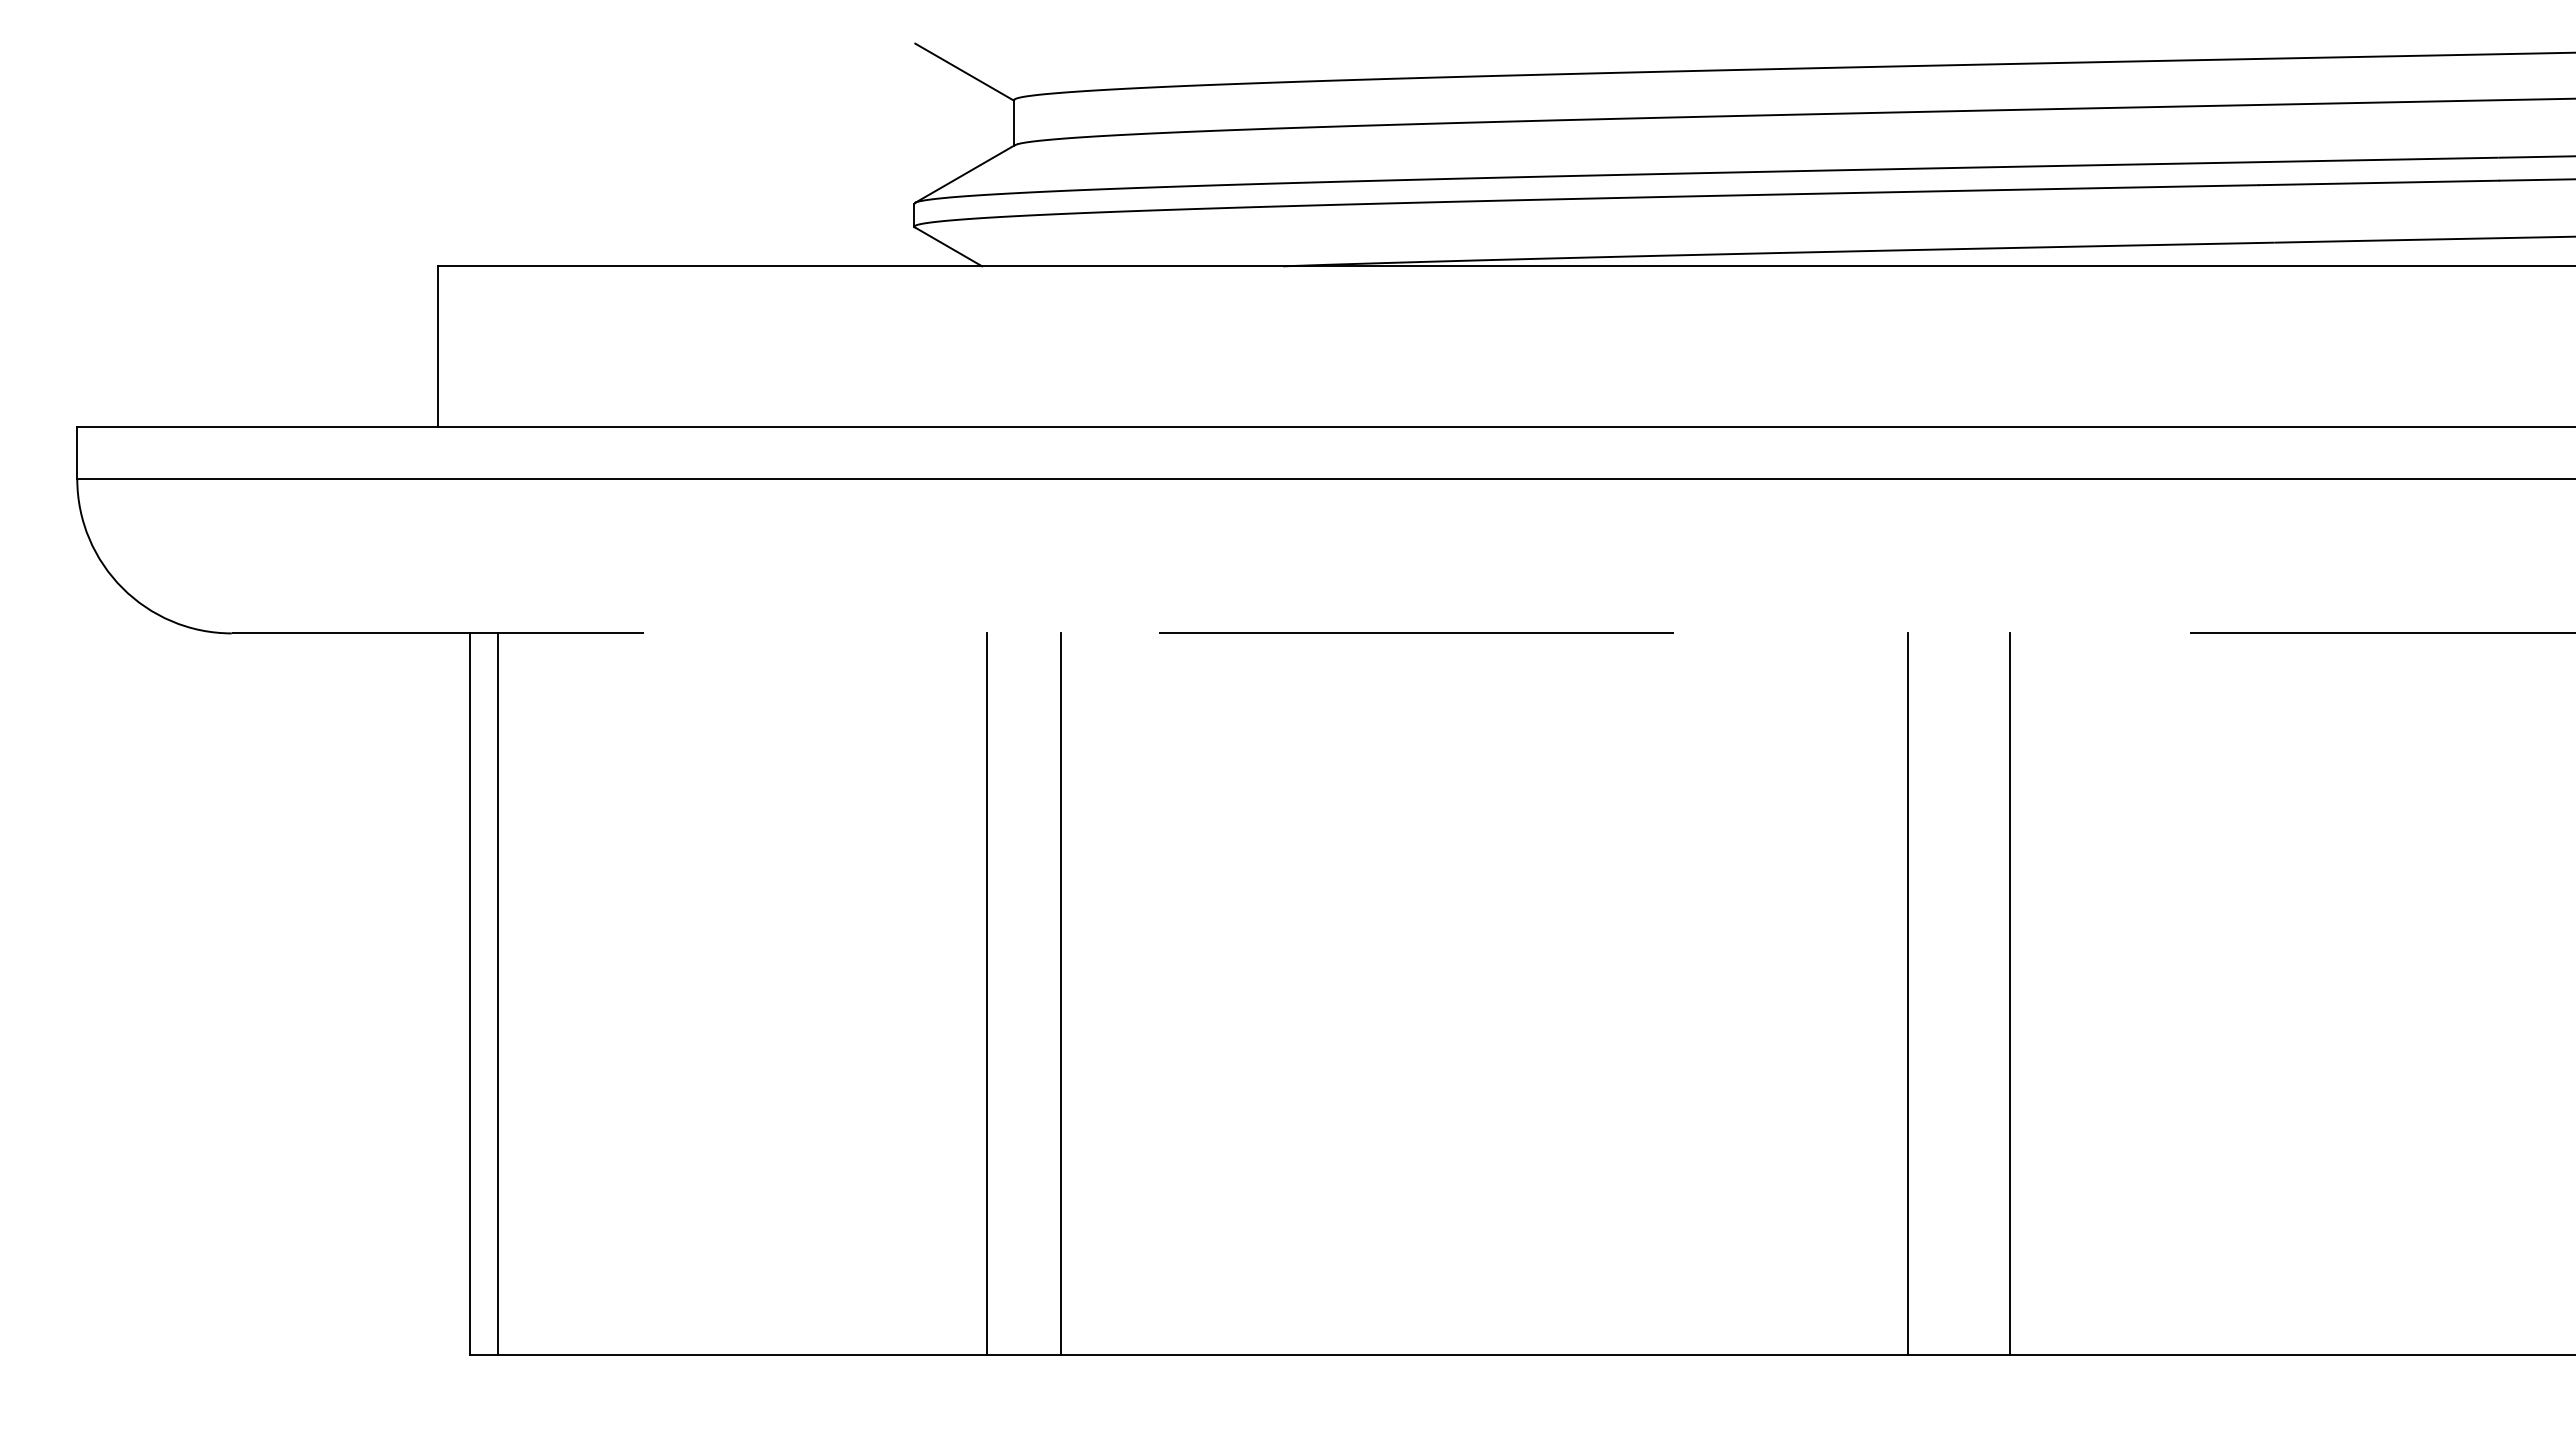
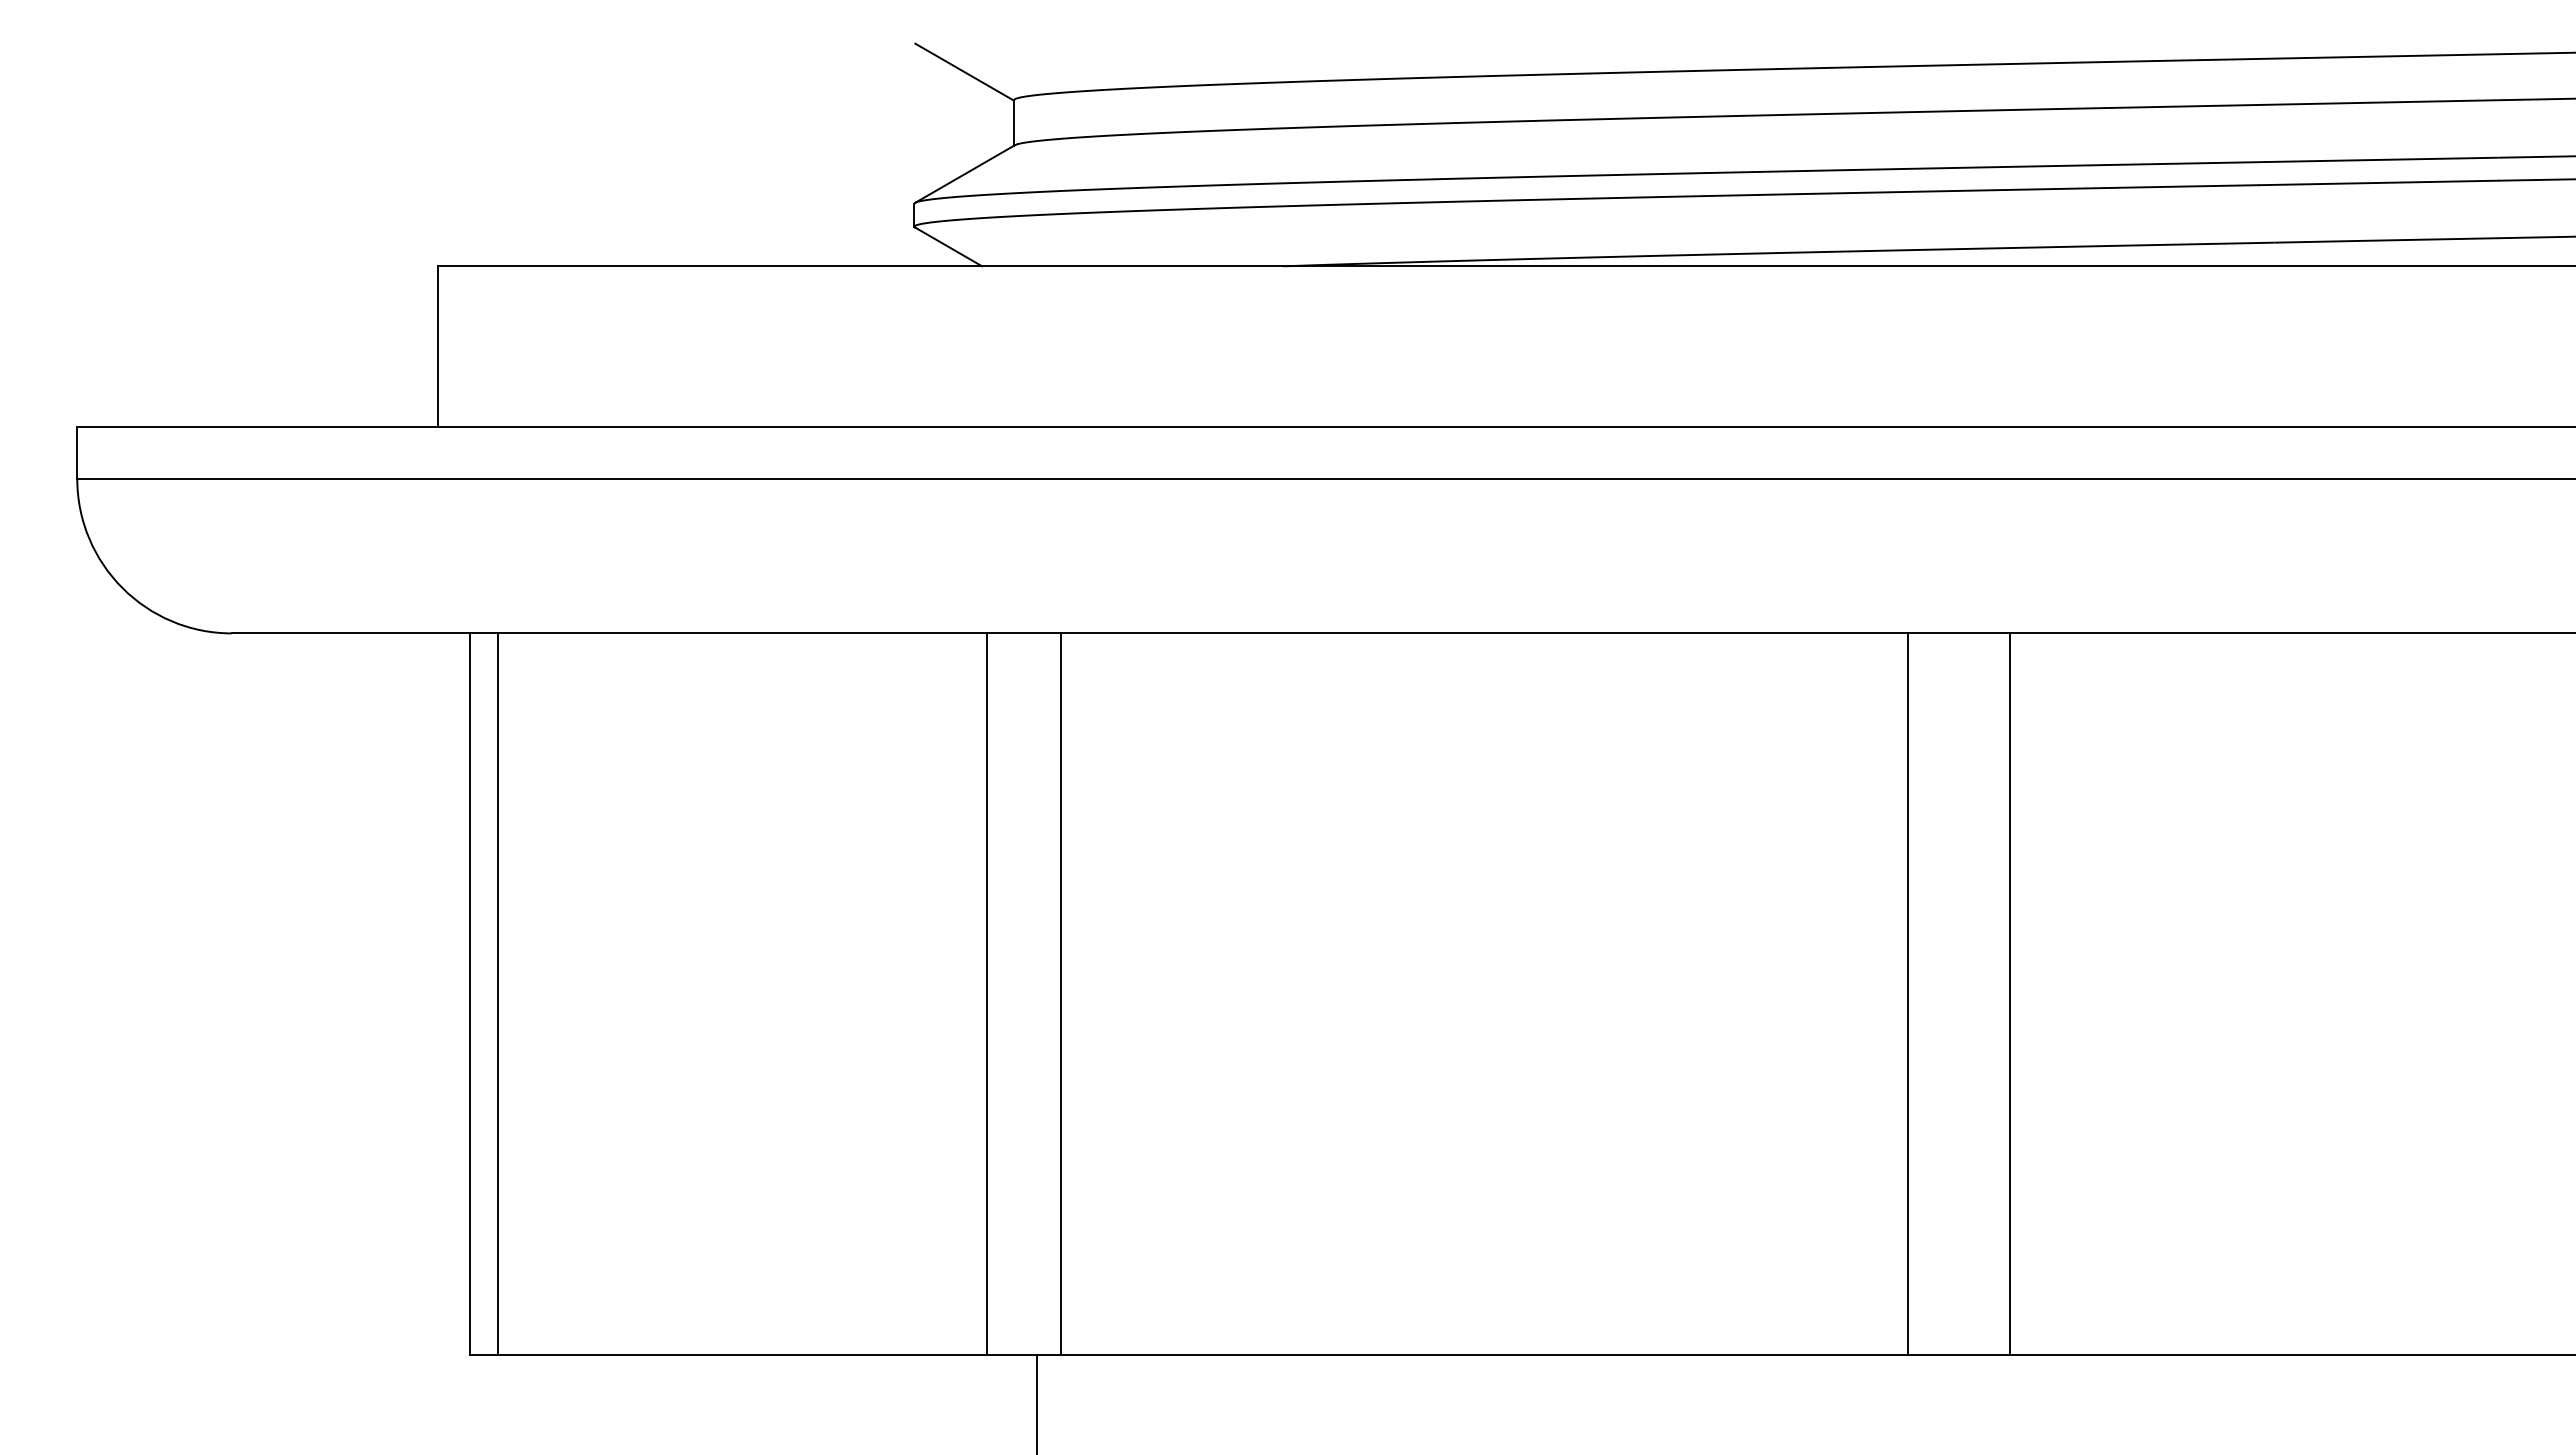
line at (1403, 633): dashed -> solid
line at (1036, 1402): none -> present
